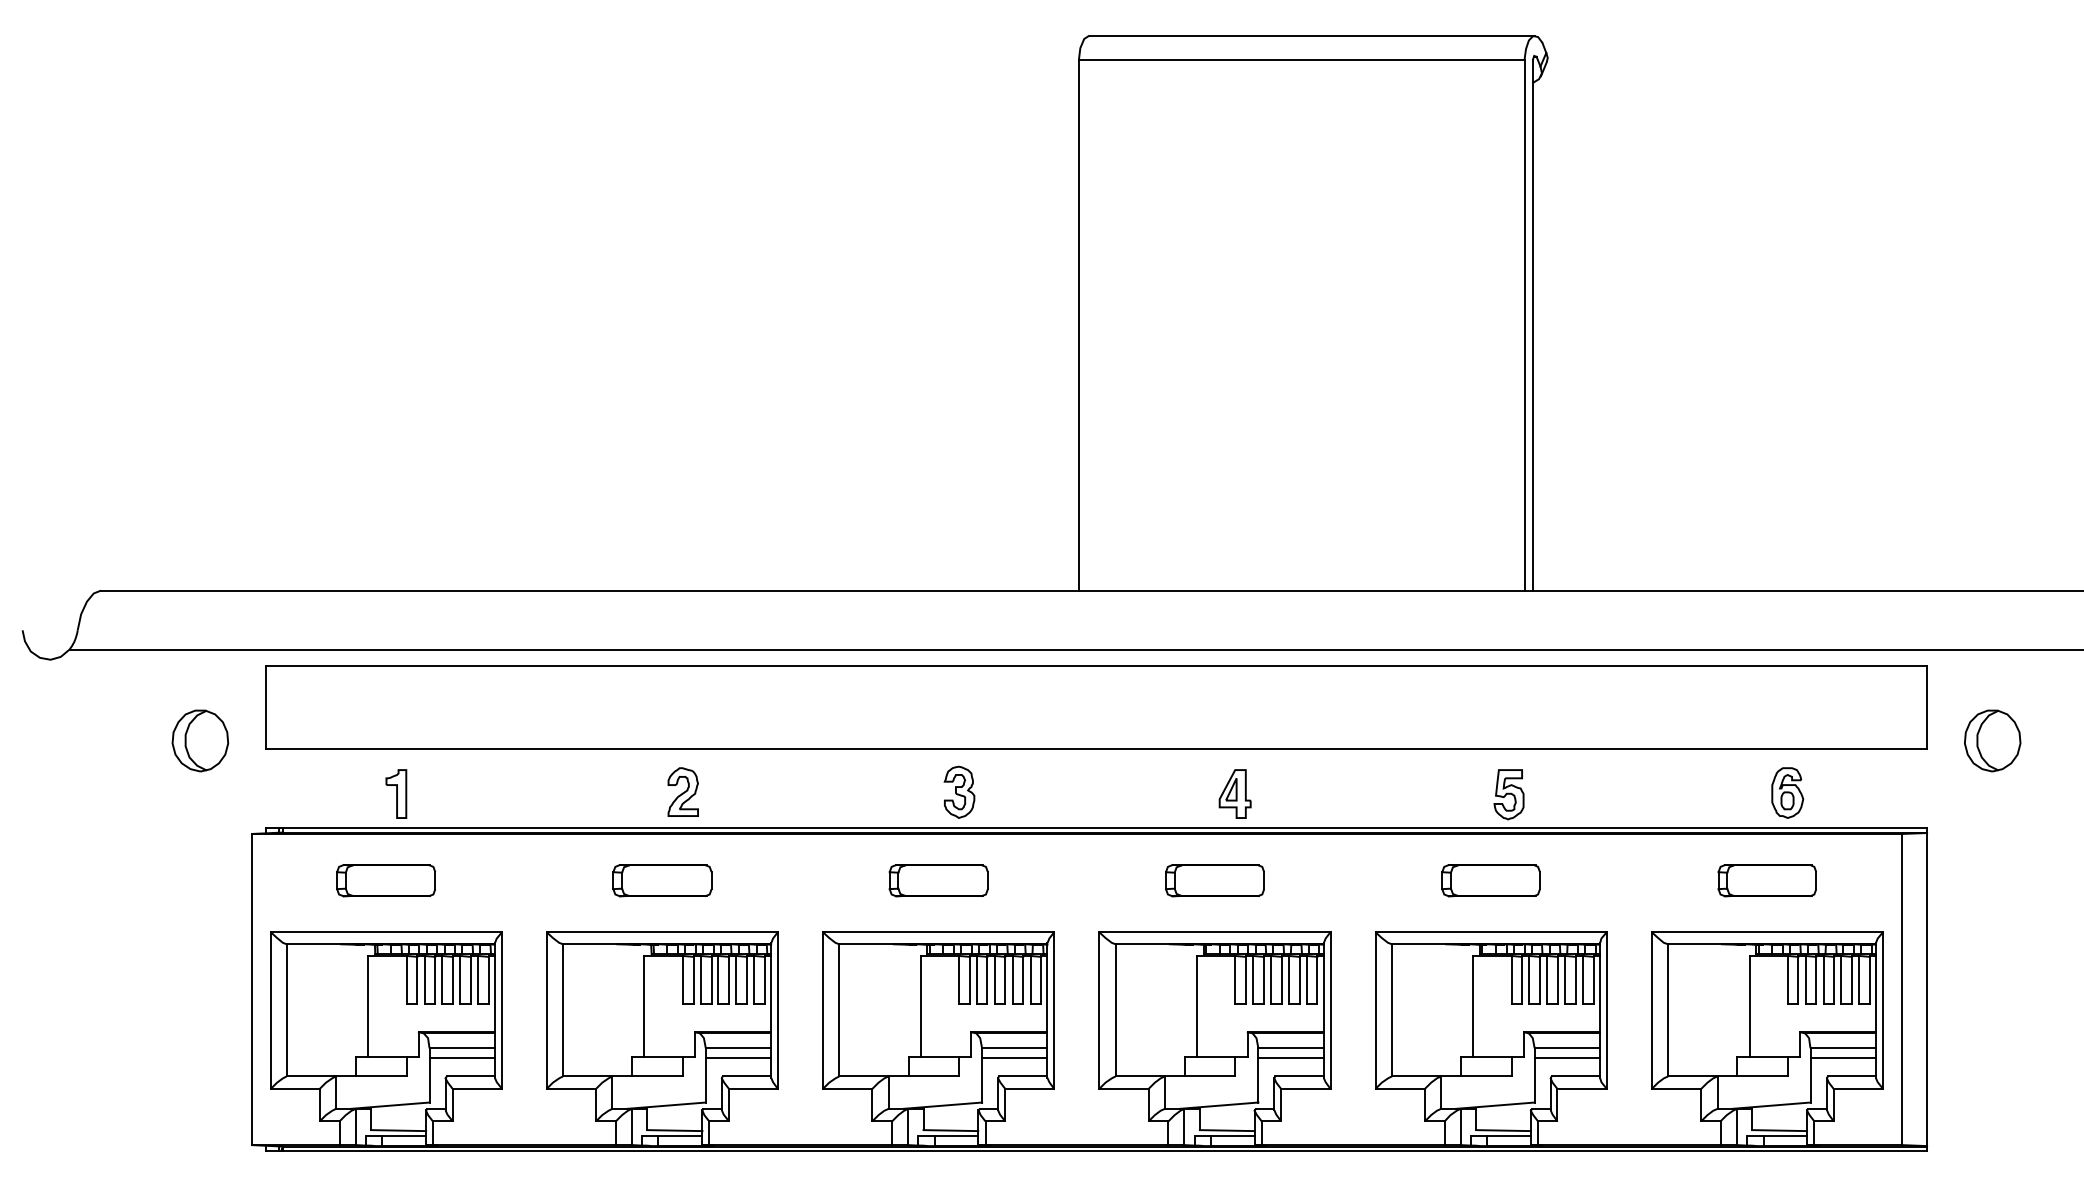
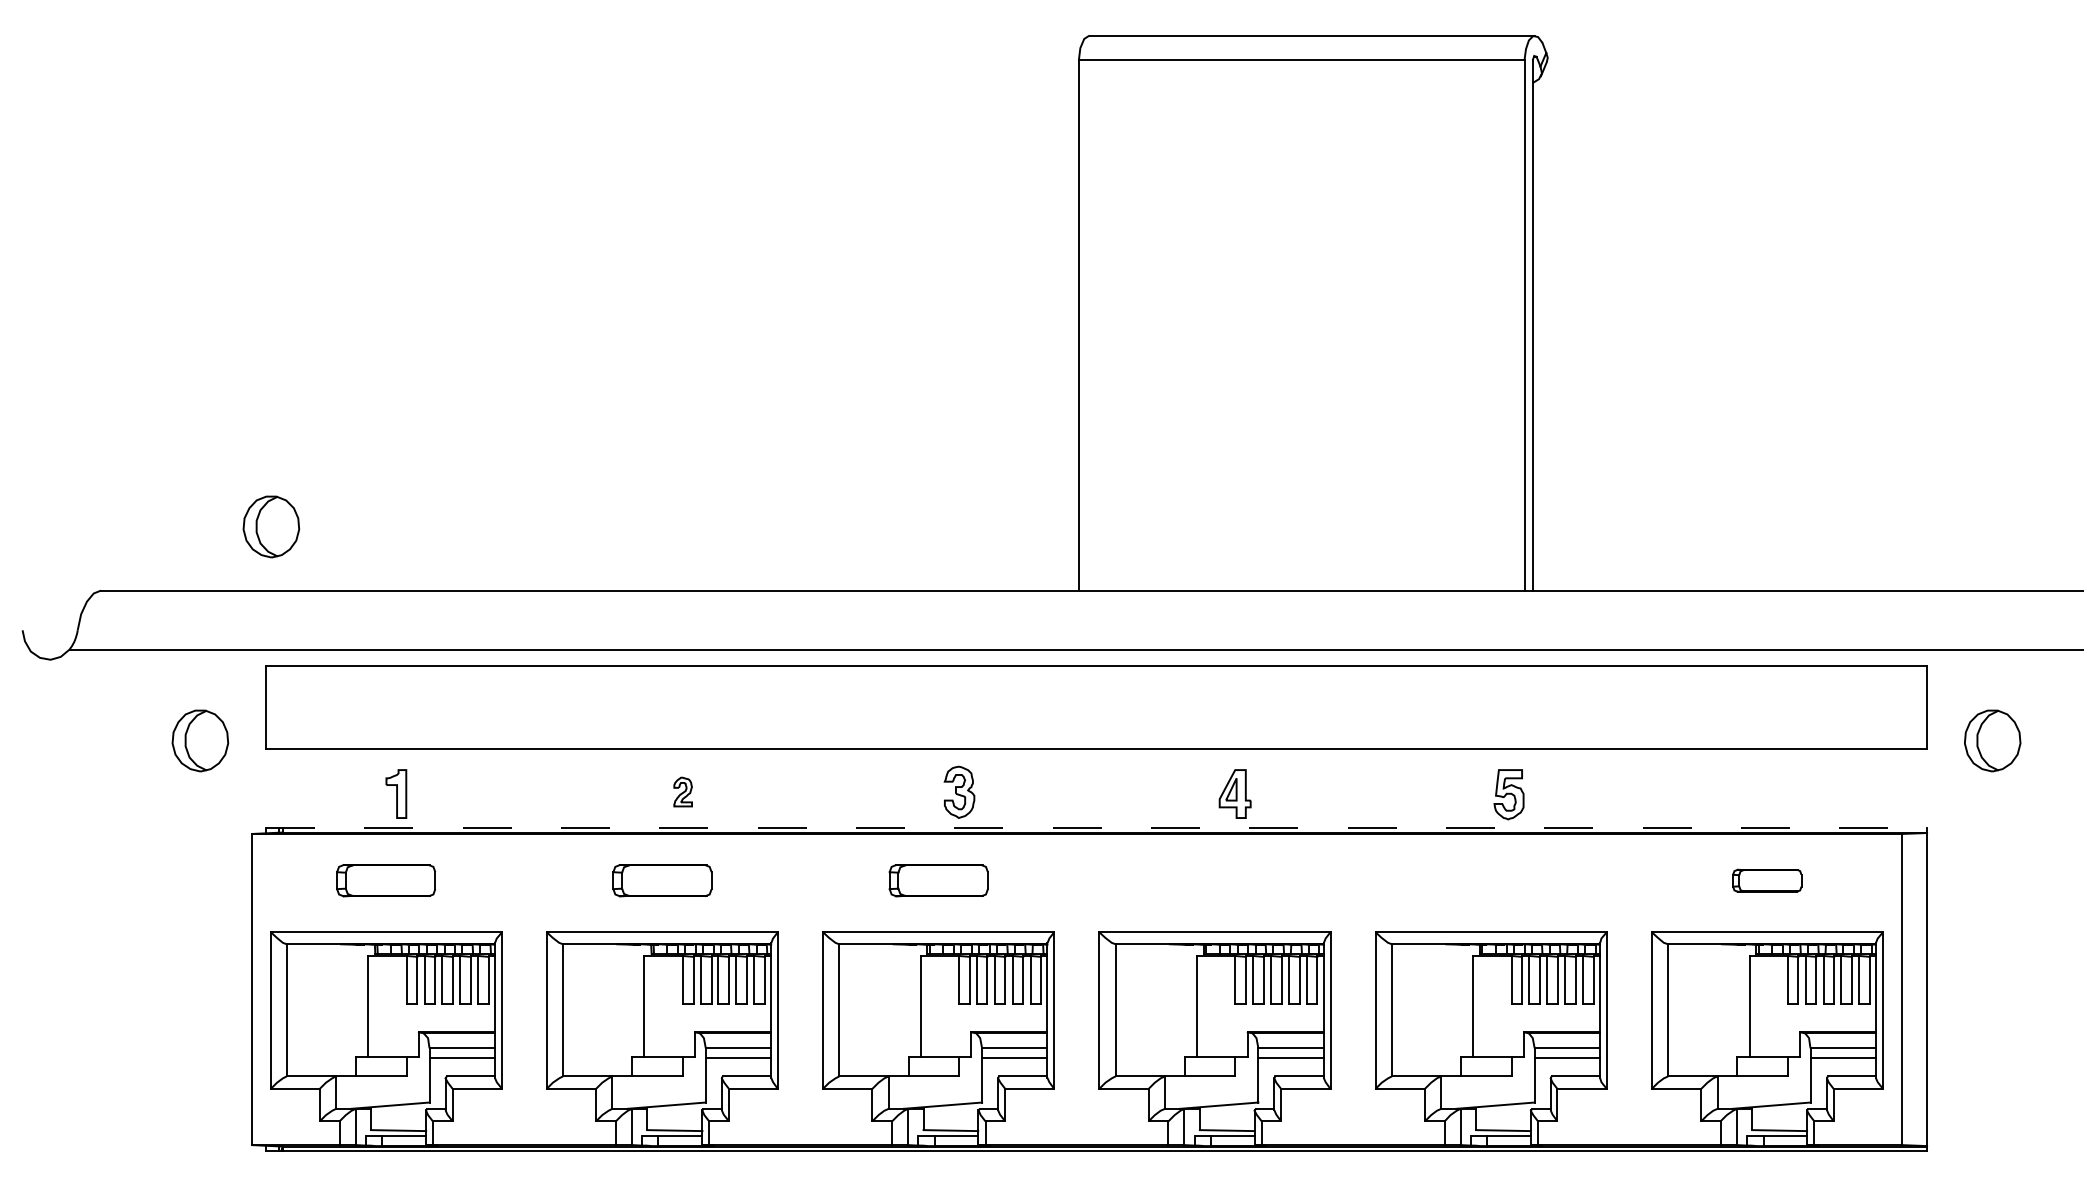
part at (271, 526): none -> present
part at (682, 791) size: 32x50 px -> 20x32 px
part at (1787, 792): present -> none
line at (1096, 827): solid -> dashed
part at (1214, 880): present -> none
part at (1490, 880): present -> none
part at (1766, 880) size: 100x34 px -> 71x25 px
